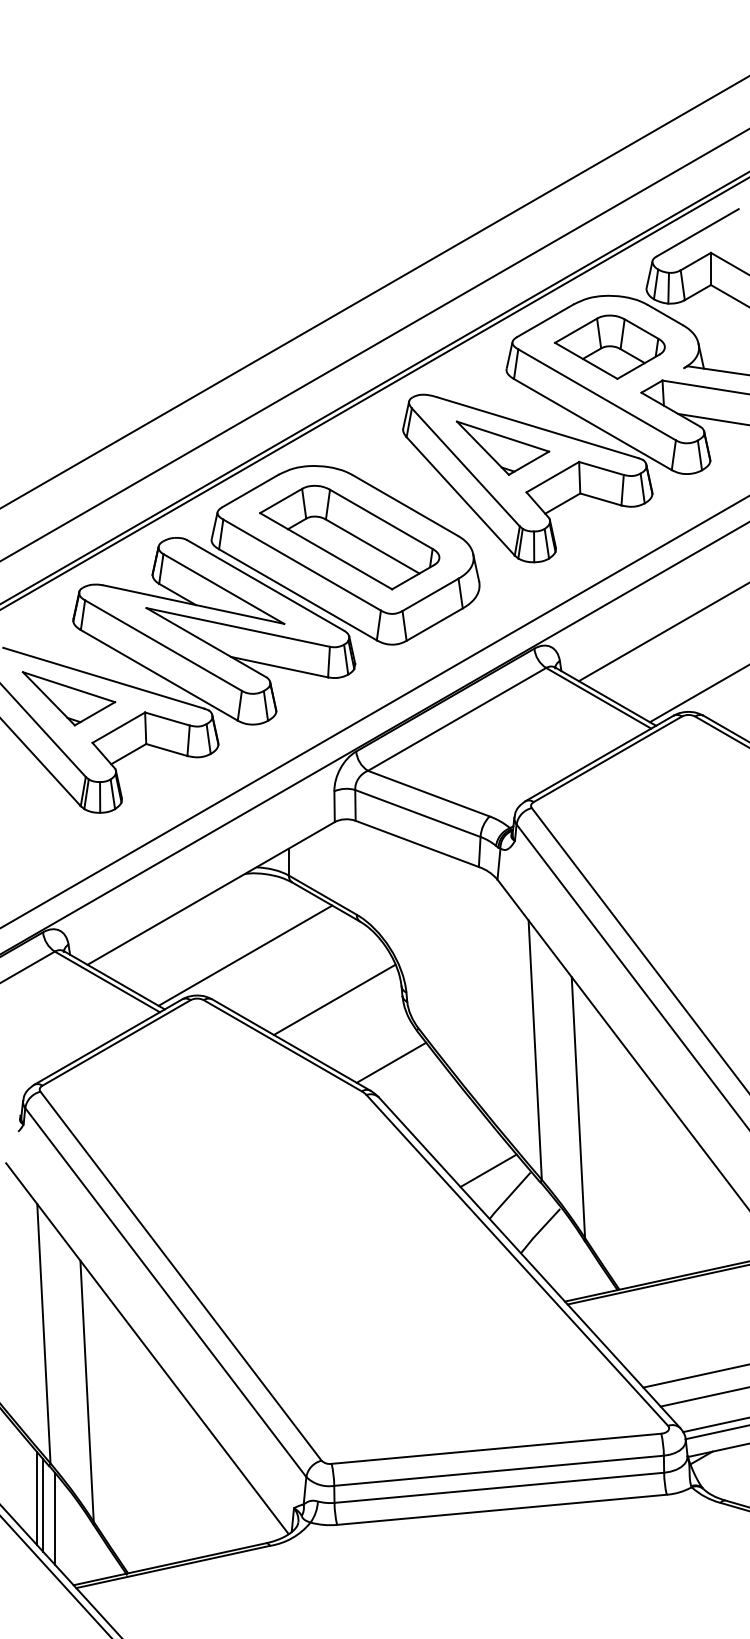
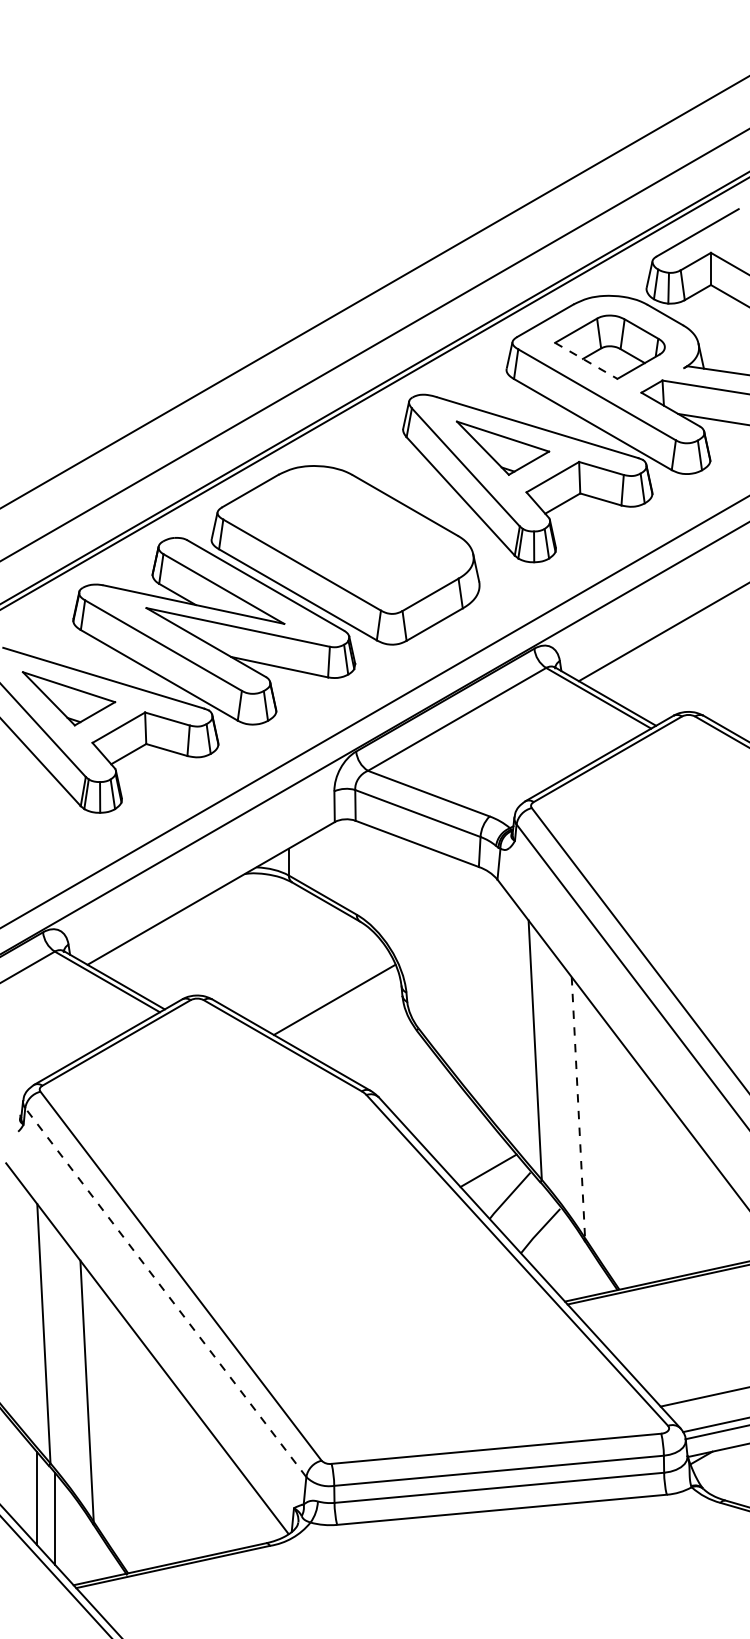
line at (586, 361): solid -> dashed
part at (349, 537): present -> none
line at (697, 694): present -> none
line at (245, 955): present -> none
line at (391, 1062): present -> none
line at (578, 1107): solid -> dashed
line at (165, 1292): solid -> dashed
line at (694, 1376): present -> none
line at (43, 1505): present -> none
